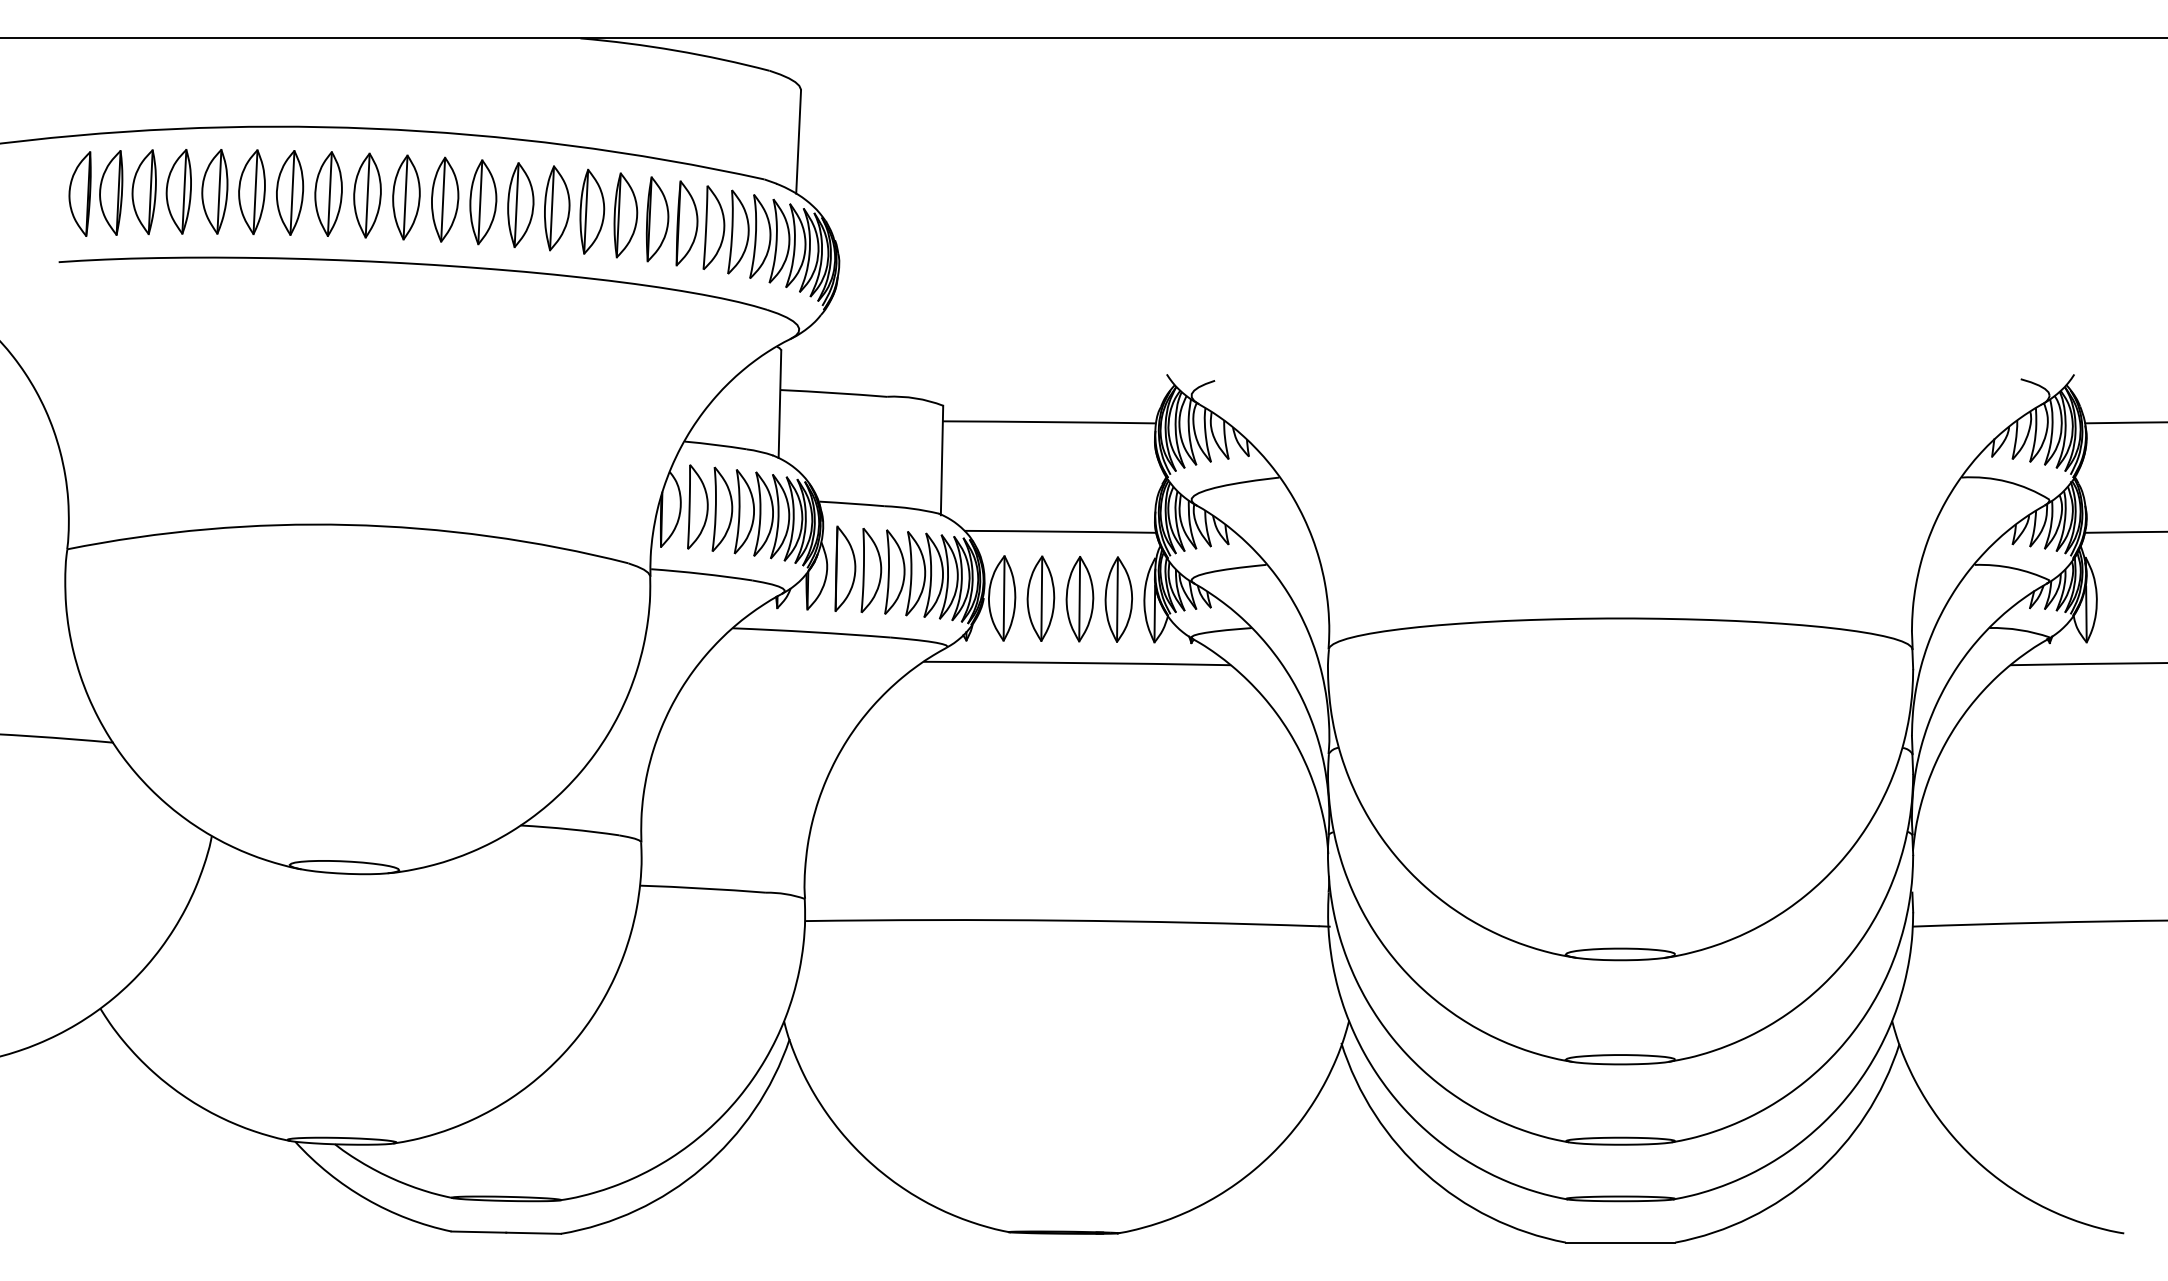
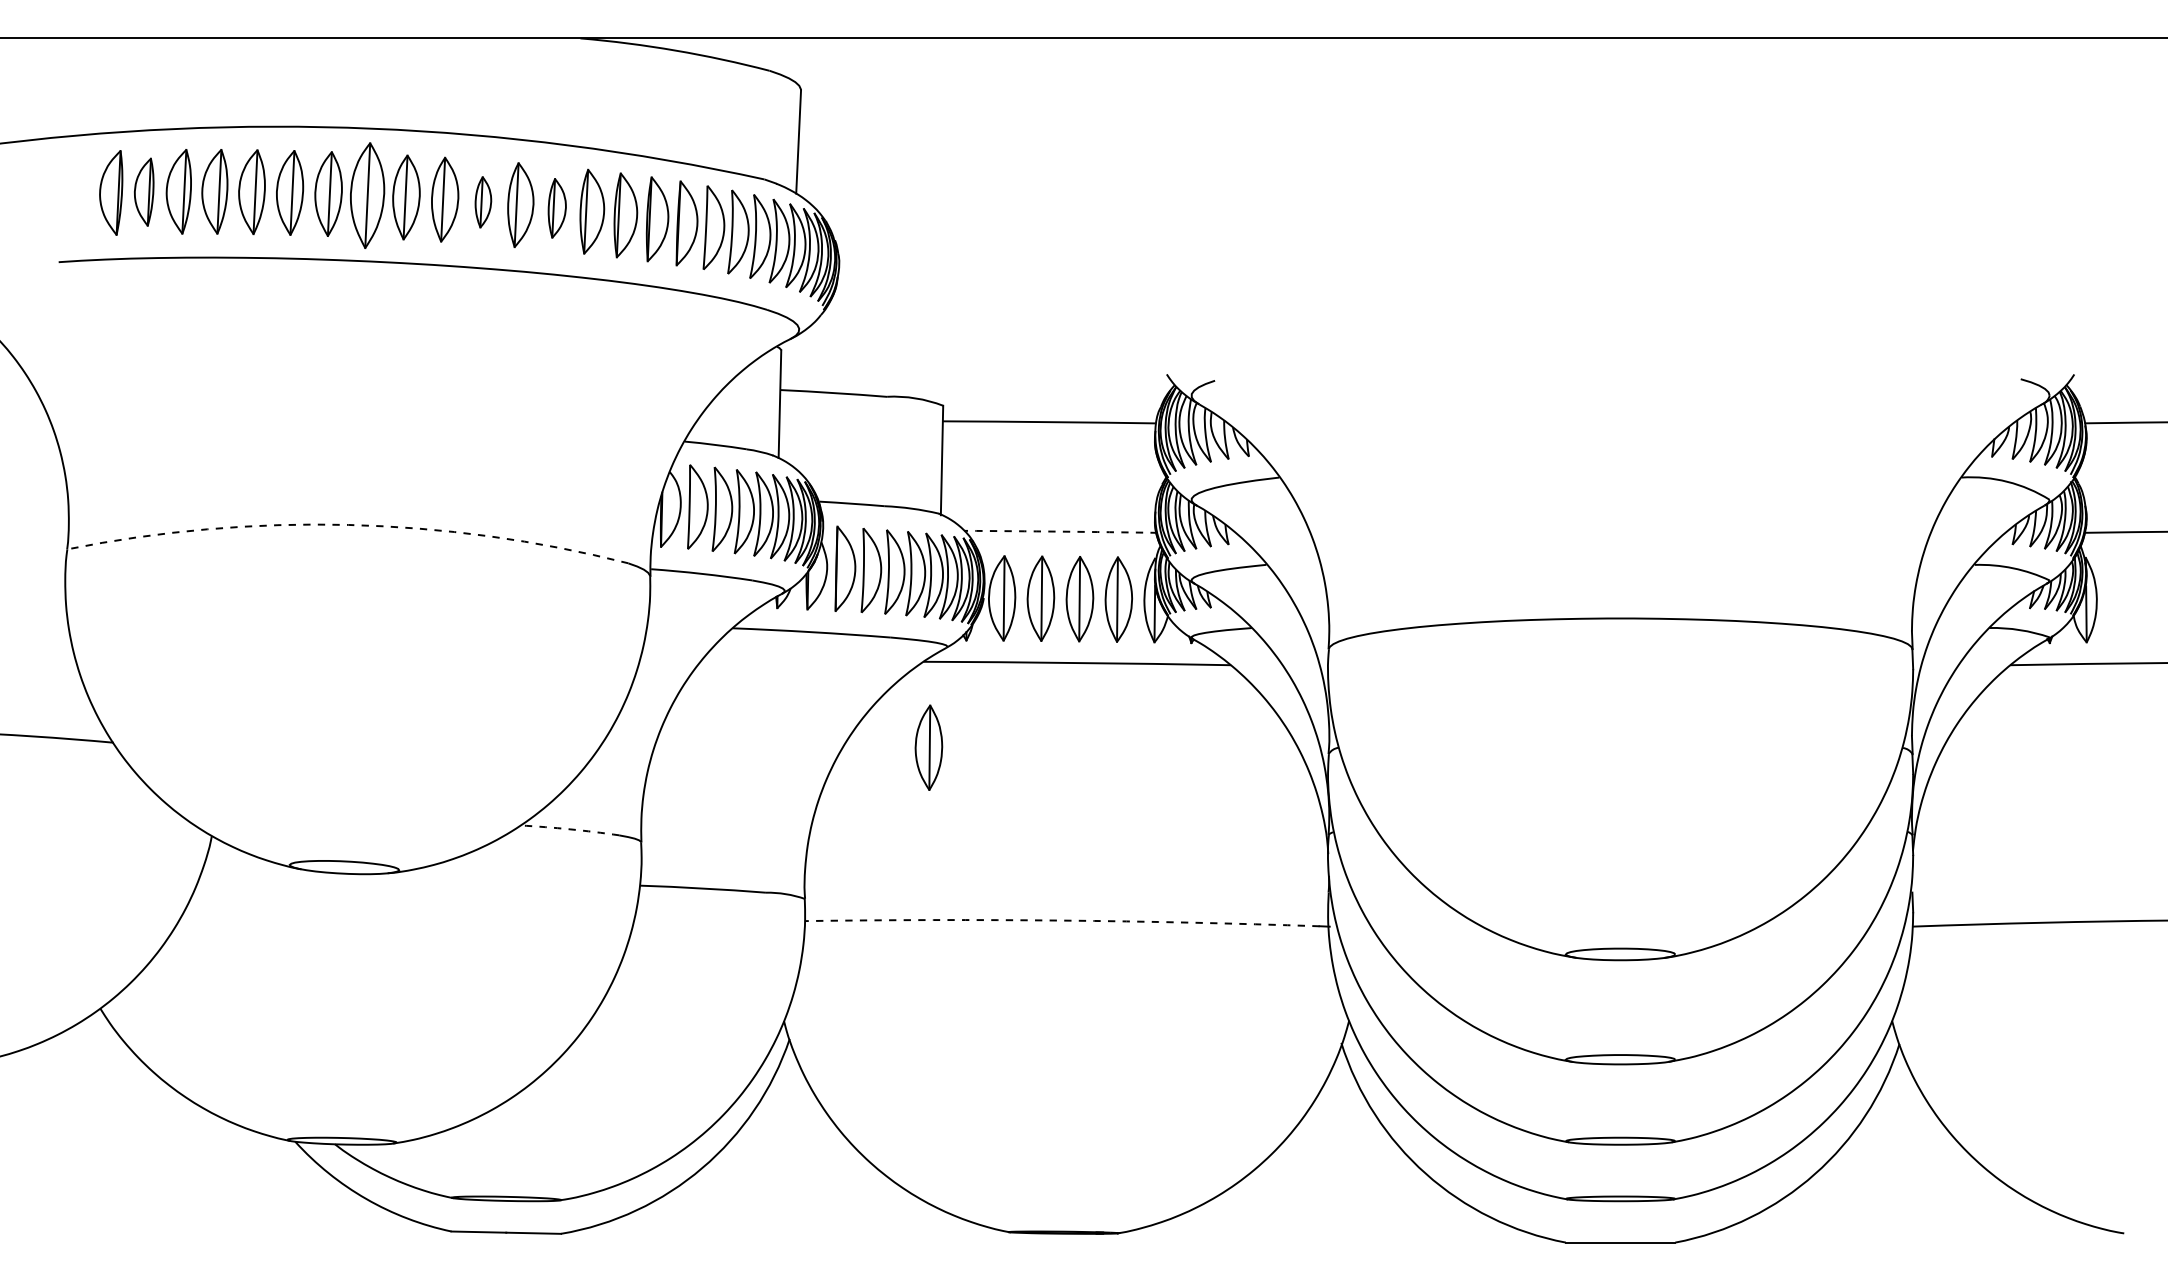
part at (143, 192) size: 26x87 px -> 21x70 px
part at (79, 193): present -> none
part at (367, 195) size: 29x87 px -> 36x107 px
part at (483, 202) size: 29x87 px -> 19x53 px
part at (557, 208) size: 27x87 px -> 20x61 px
arc at (348, 524): solid -> dashed
arc at (1061, 531): solid -> dashed
part at (928, 747): none -> present
arc at (570, 829): solid -> dashed
arc at (1062, 920): solid -> dashed
